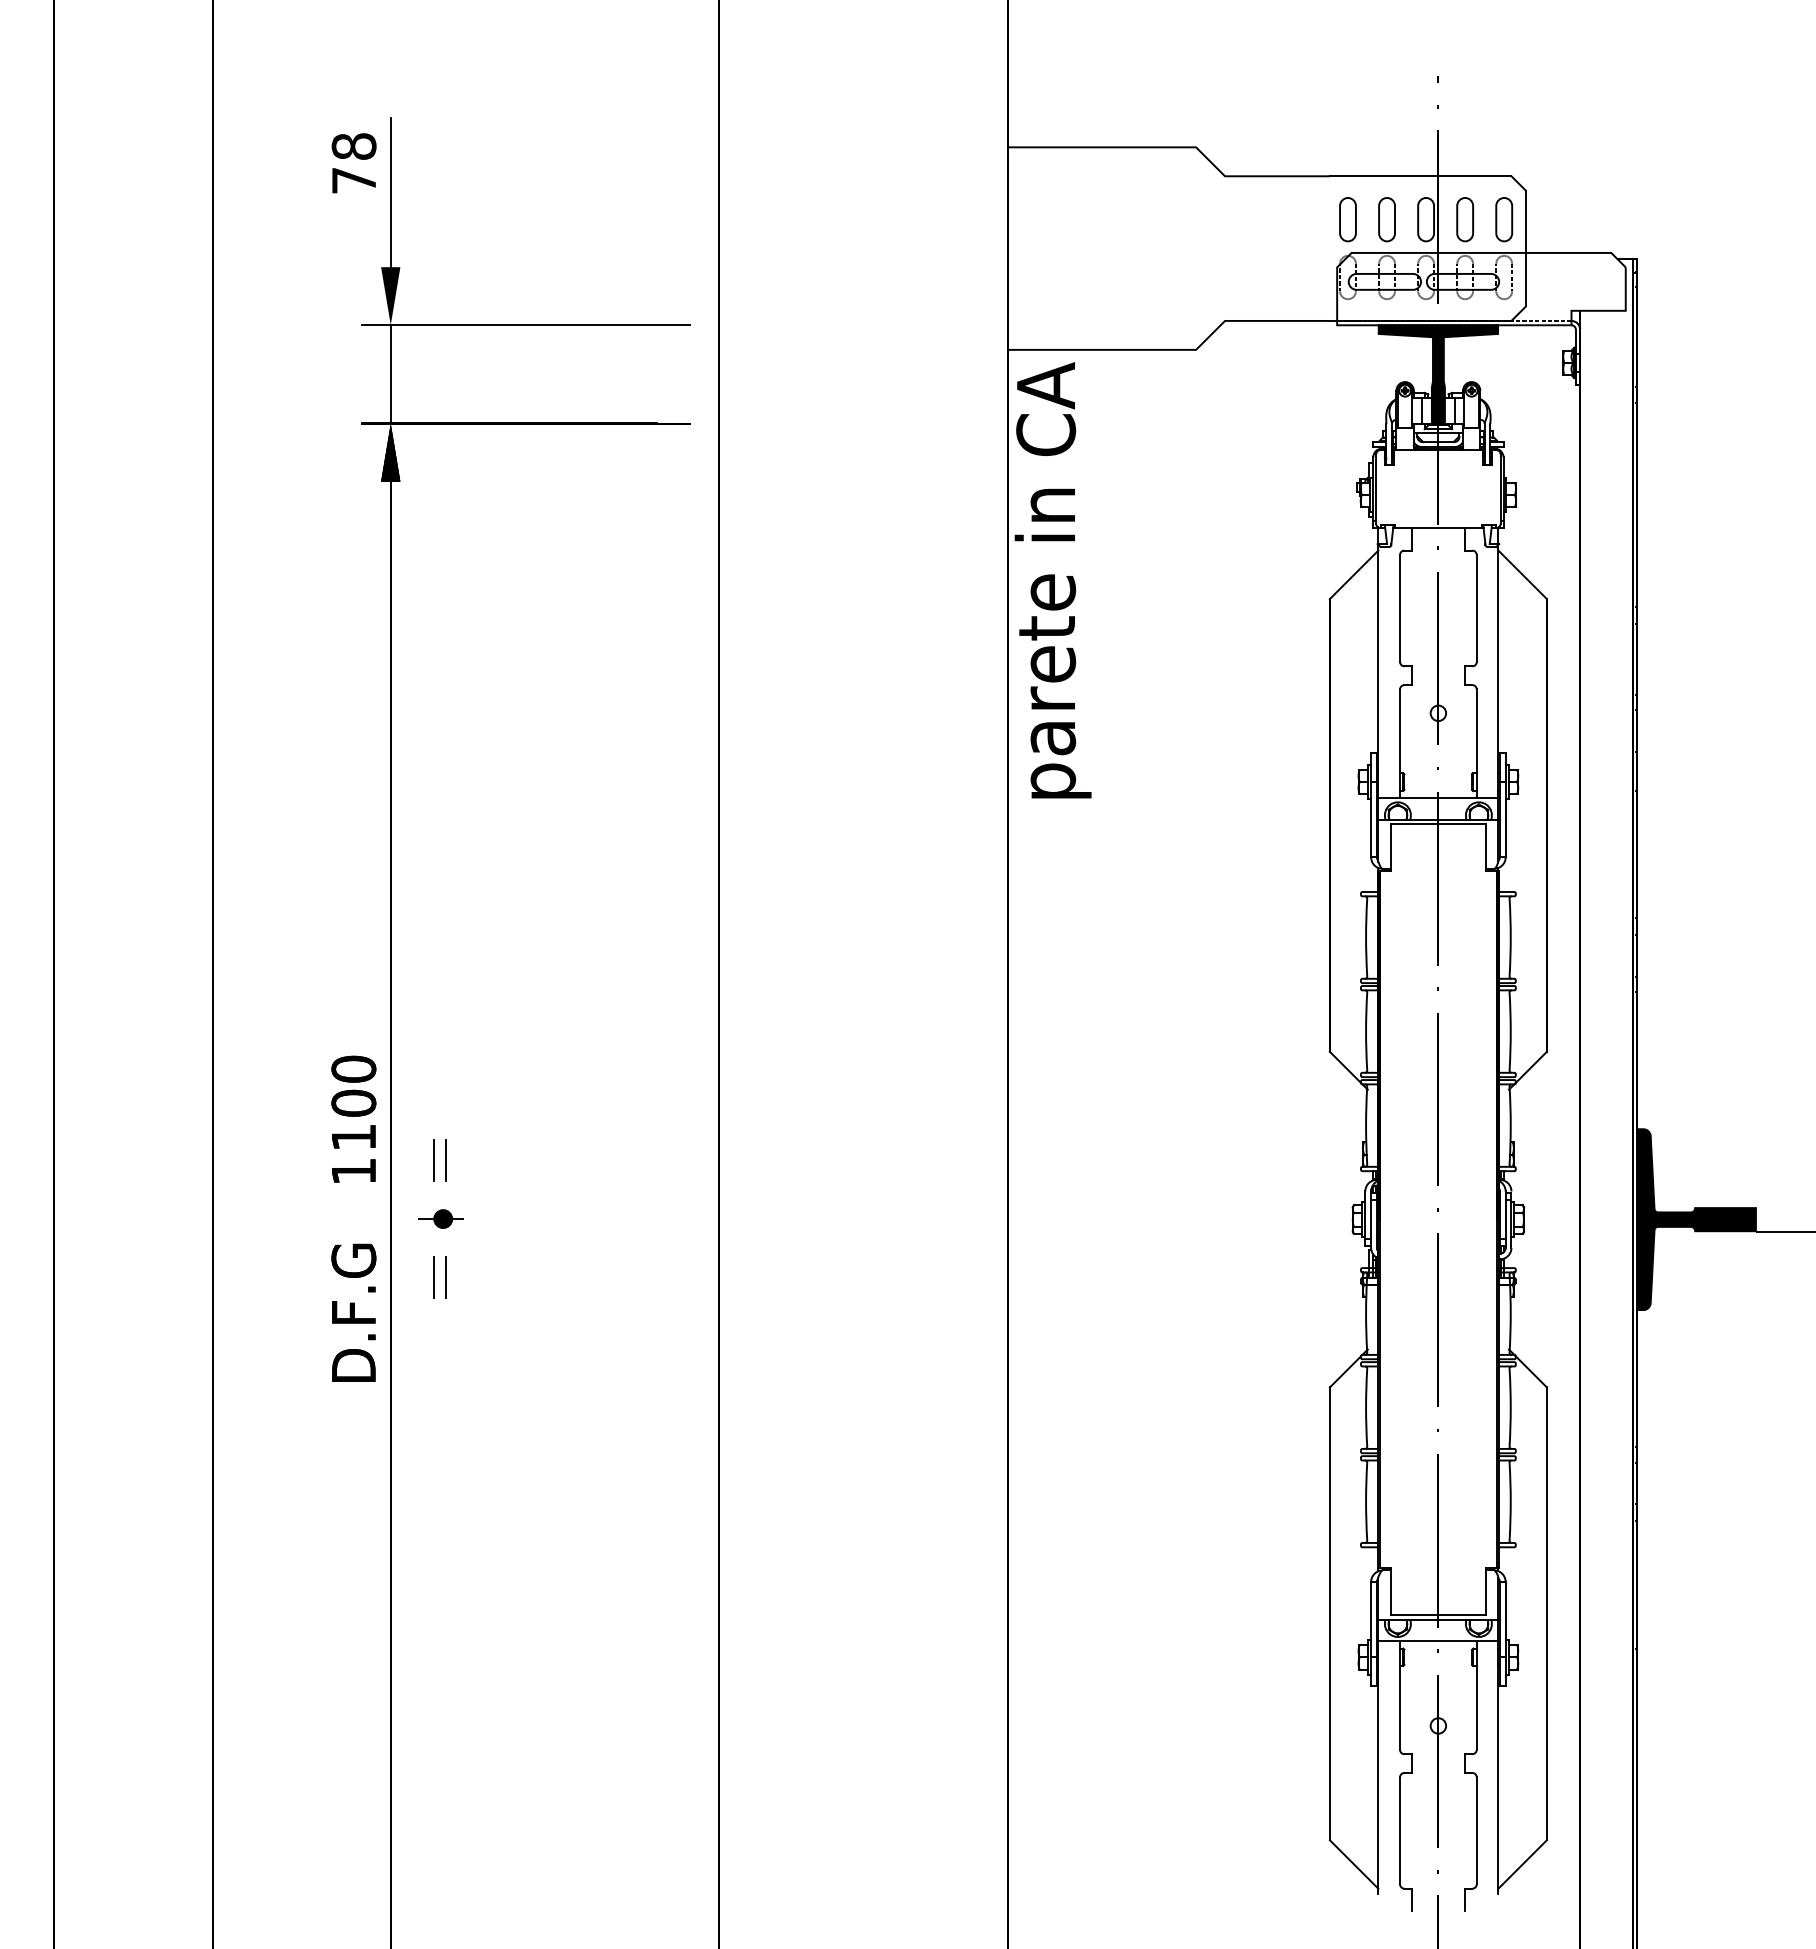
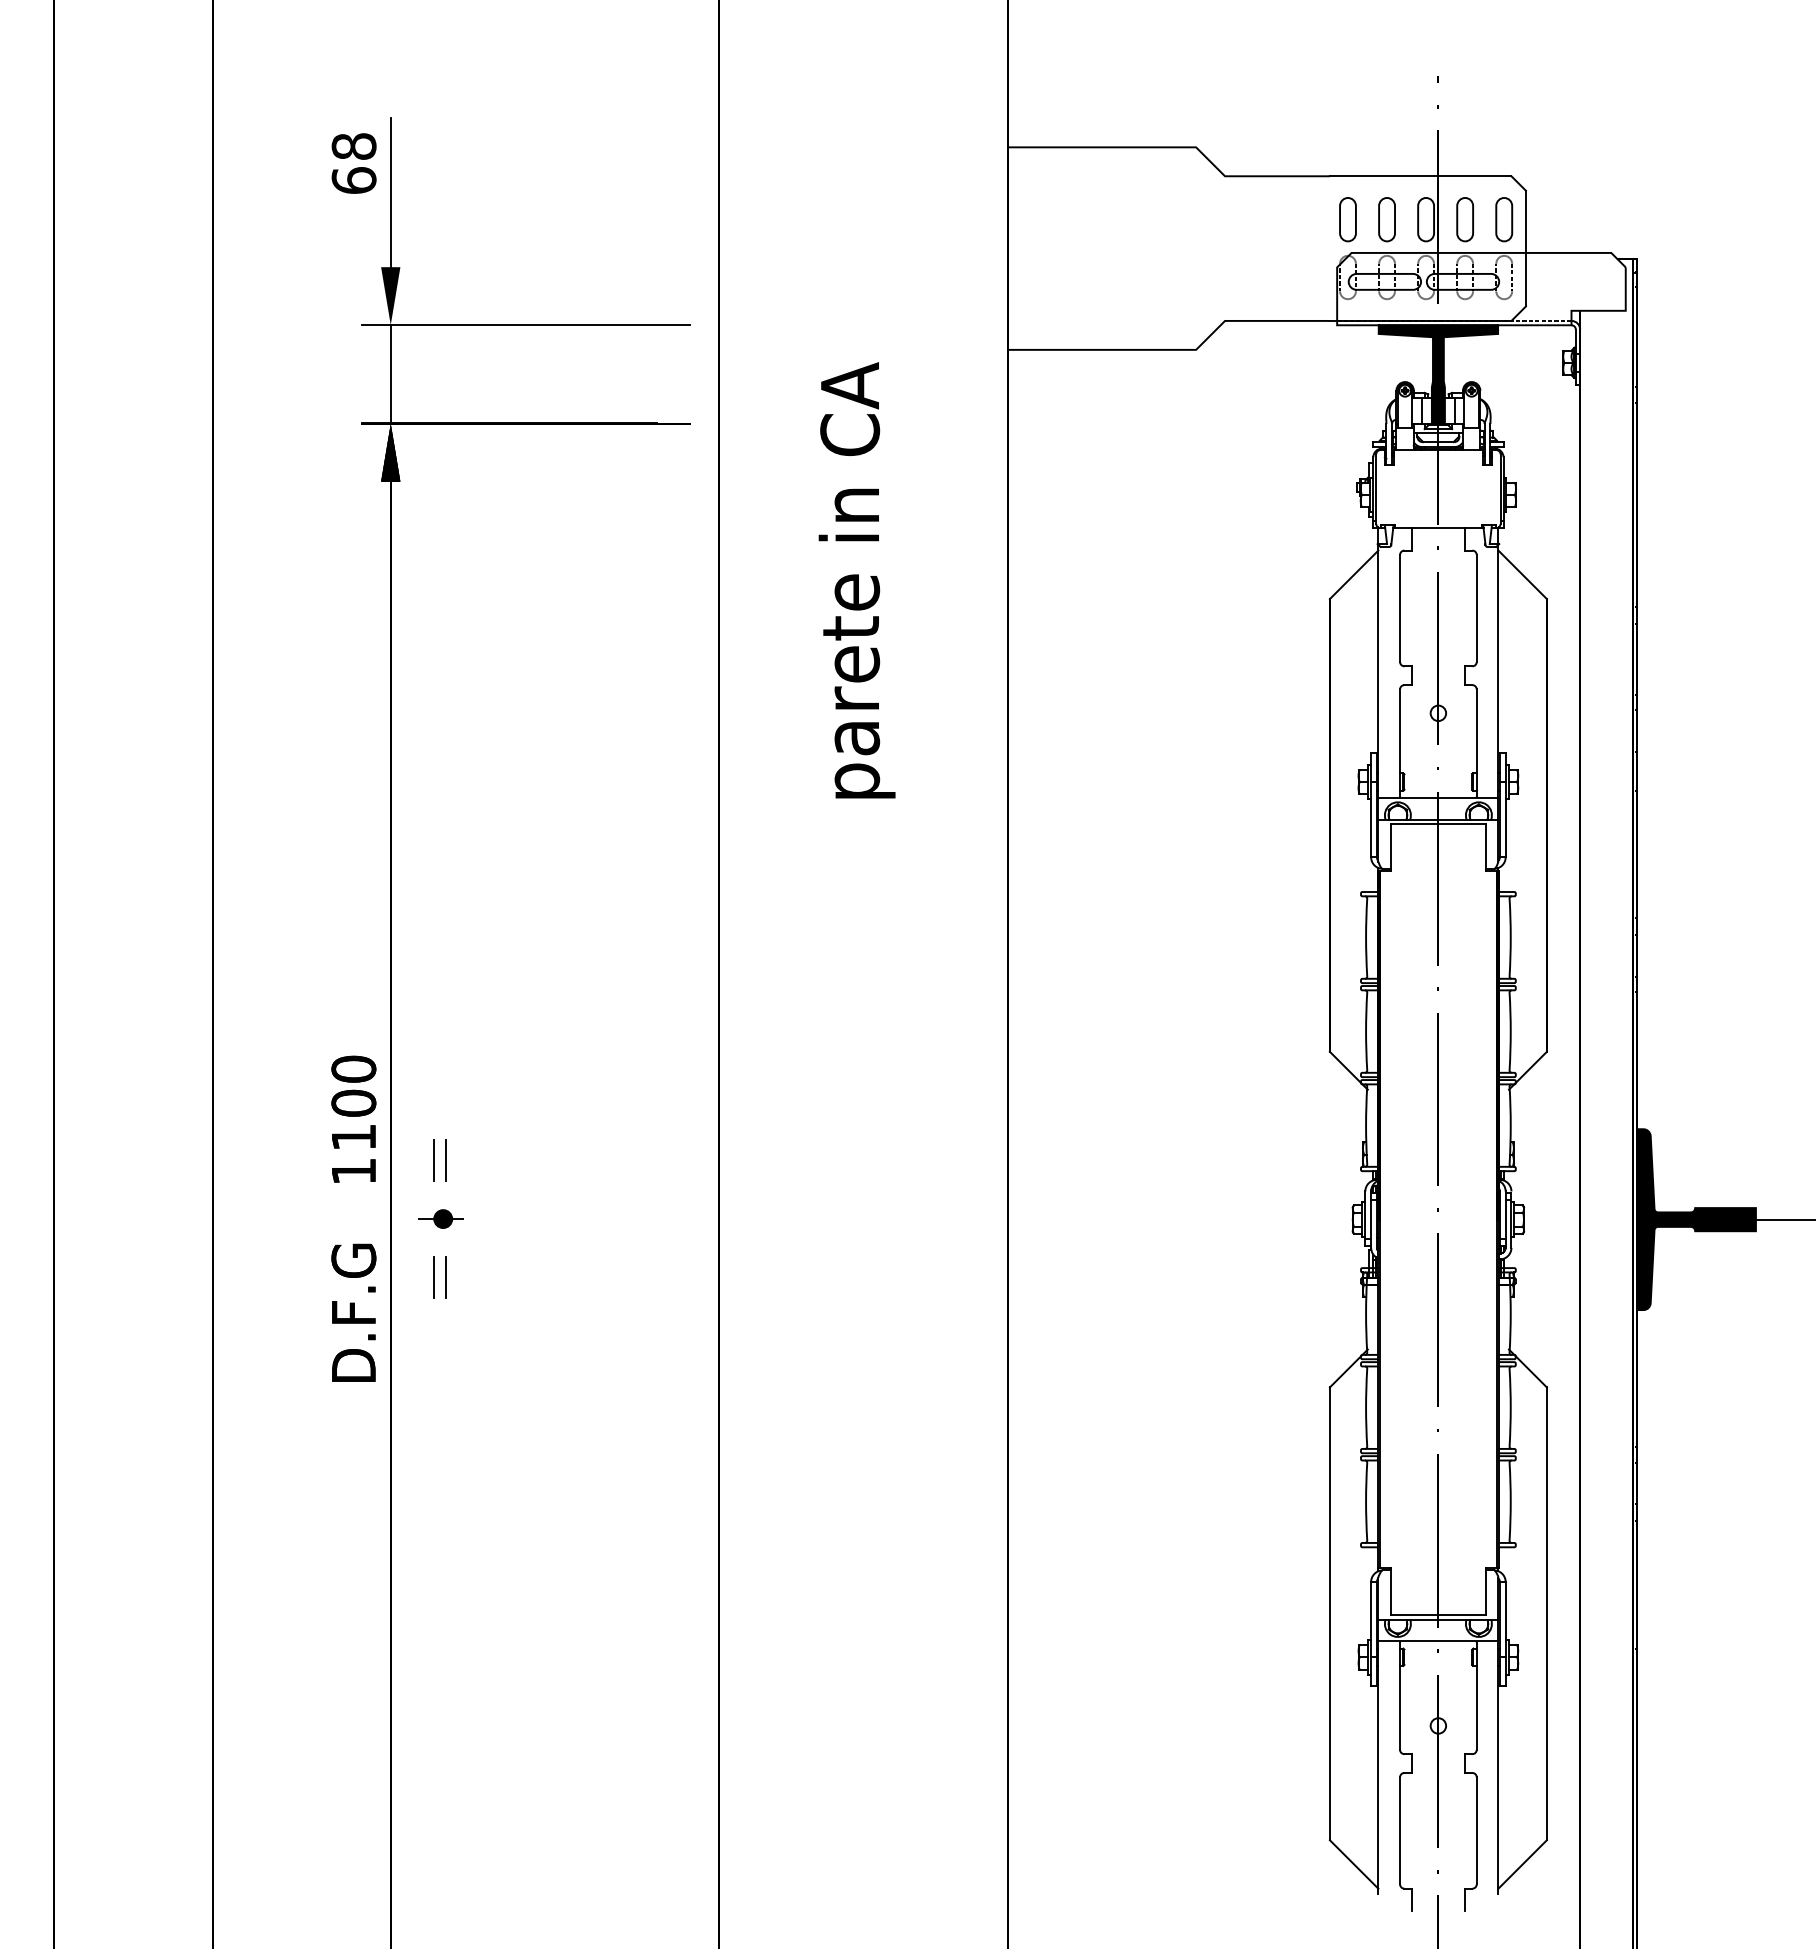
text at (353, 180): 78 -> 68
text at (1052, 580) position: (1052, 580) -> (856, 580)
line at (1783, 1231) position: (1783, 1231) -> (1783, 1219)
